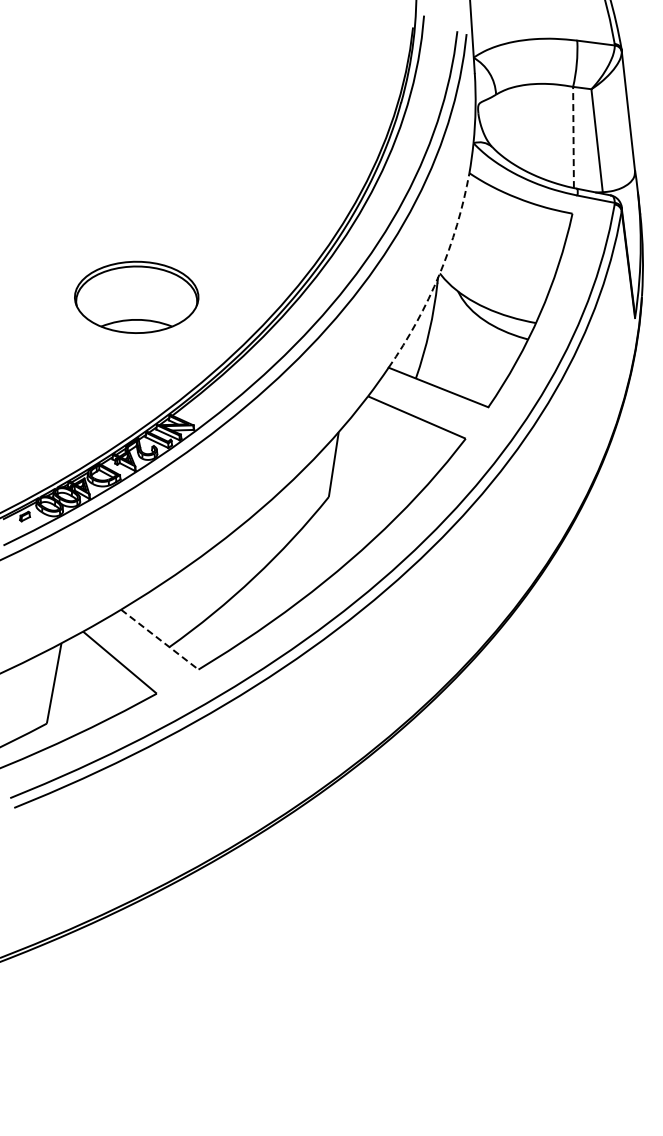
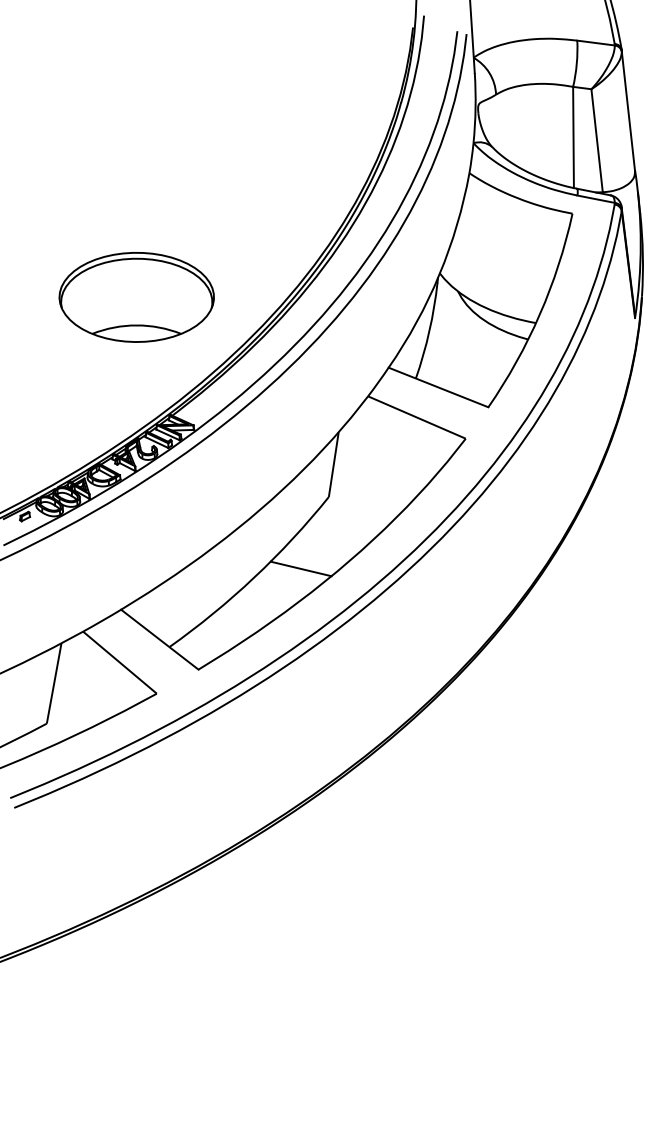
line at (573, 137): dashed -> solid
arc at (439, 274): dashed -> solid
part at (136, 296) size: 126x74 px -> 157x91 px
line at (300, 568): none -> present
line at (159, 639): dashed -> solid
